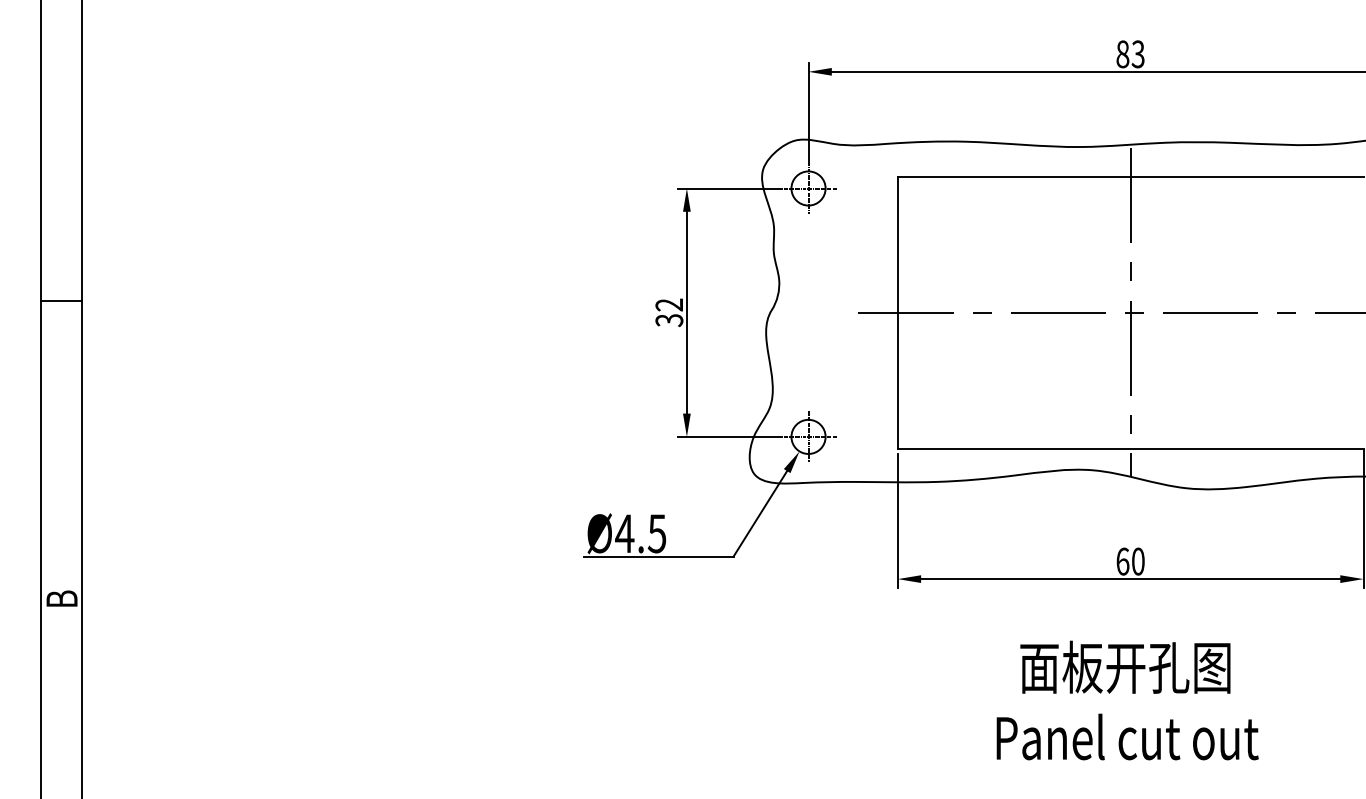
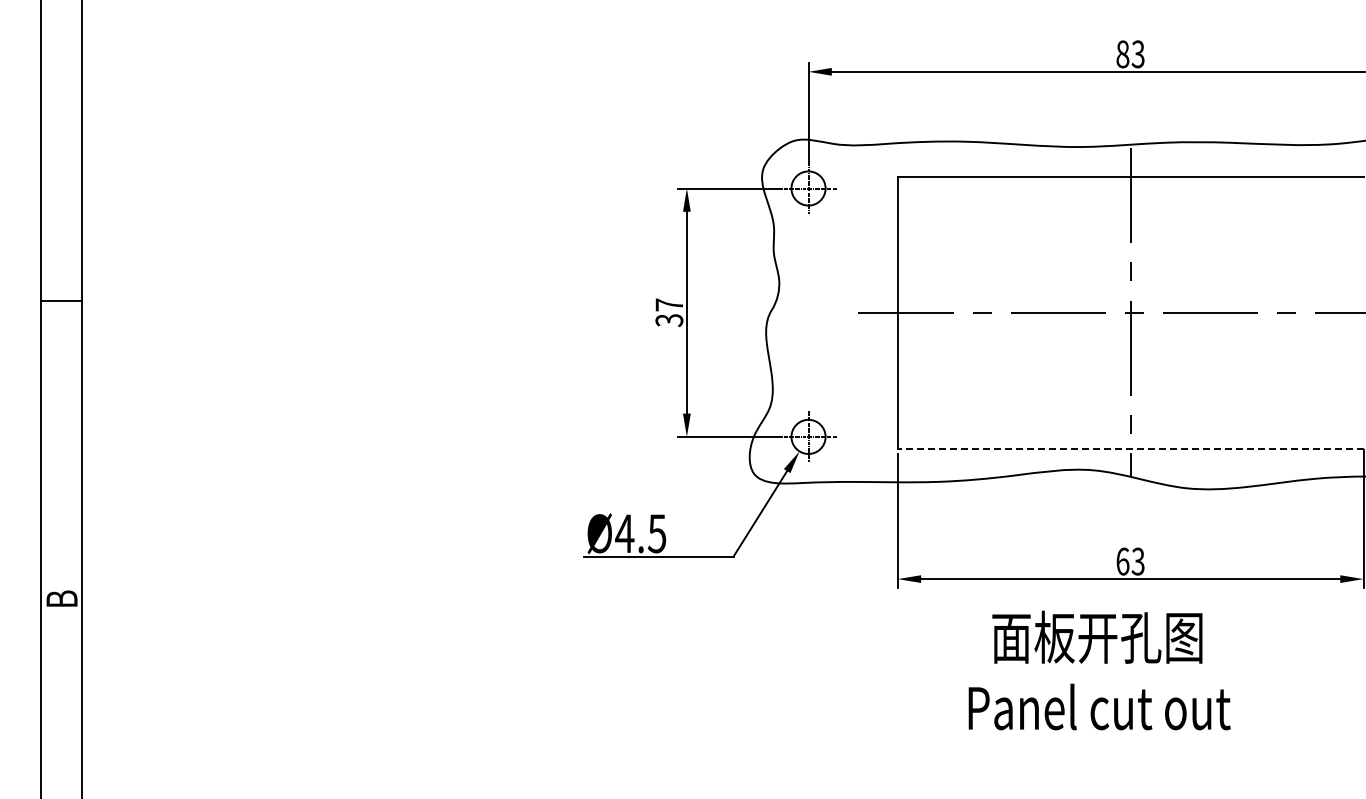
text at (668, 304): 32 -> 37
line at (1130, 448): solid -> dashed
text at (1137, 561): 60 -> 63
text at (1127, 700) position: (1127, 700) -> (1099, 670)
